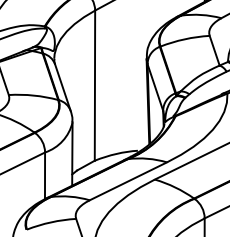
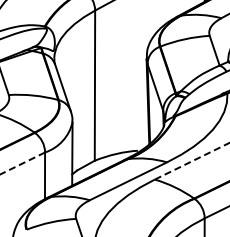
line at (192, 161): solid -> dashed
line at (22, 163): solid -> dashed
